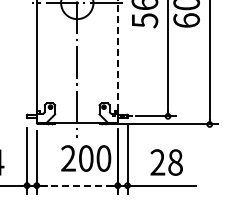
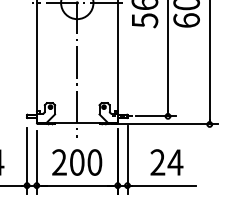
line at (117, 55): dashed -> solid
text at (86, 158) position: (86, 158) -> (77, 162)
text at (175, 162): 28 -> 24
line at (77, 185): dashed -> solid
